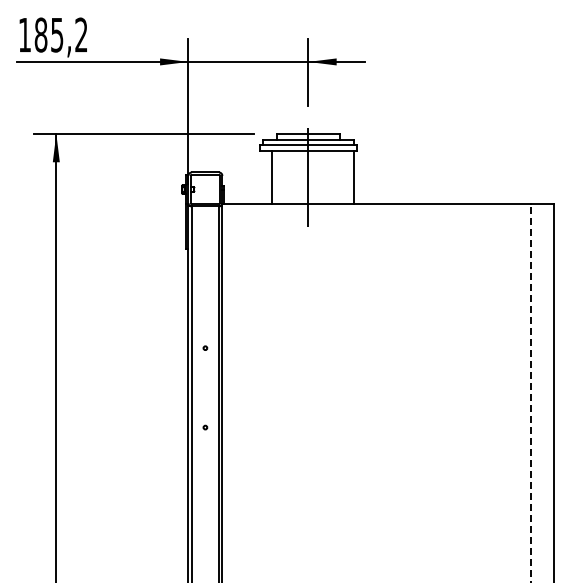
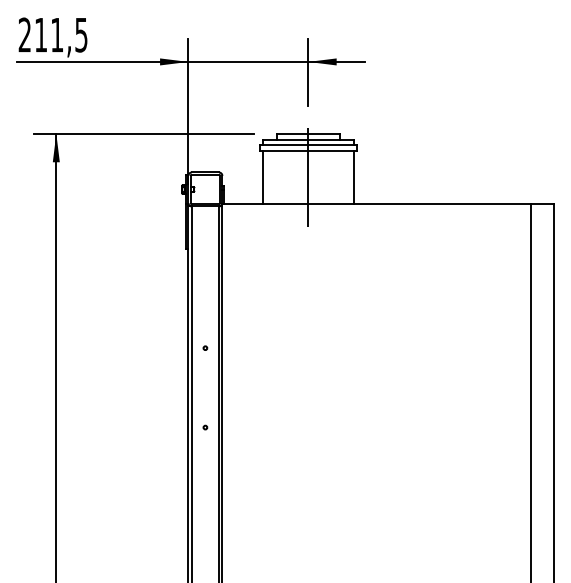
text at (52, 34): 185,2 -> 211,5
line at (271, 177) position: (271, 177) -> (262, 177)
line at (531, 393): dashed -> solid
